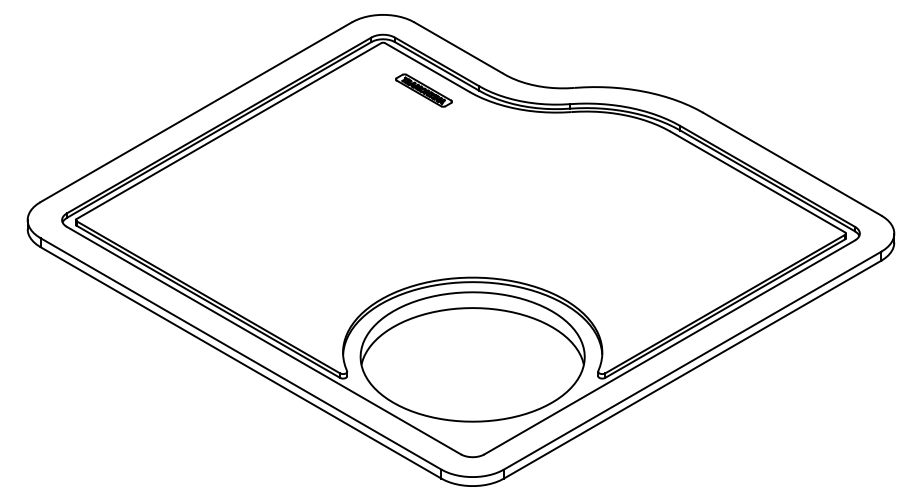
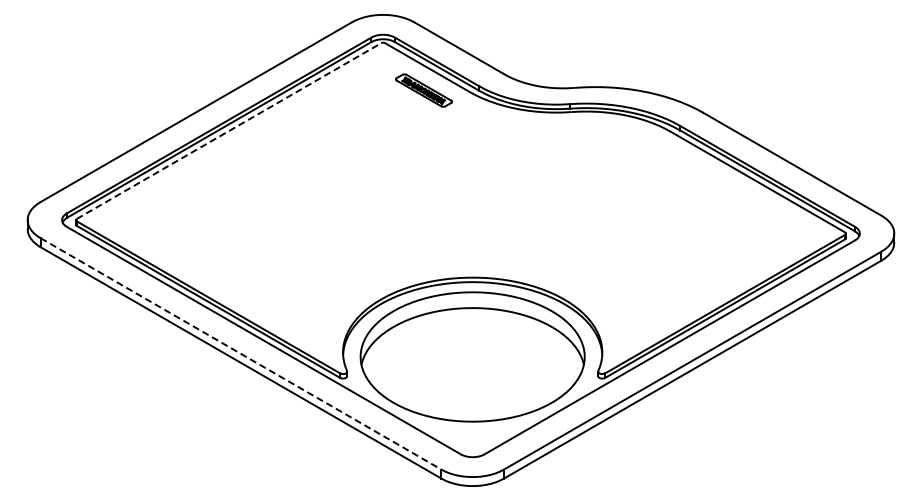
line at (228, 131): solid -> dashed
line at (241, 354): solid -> dashed
